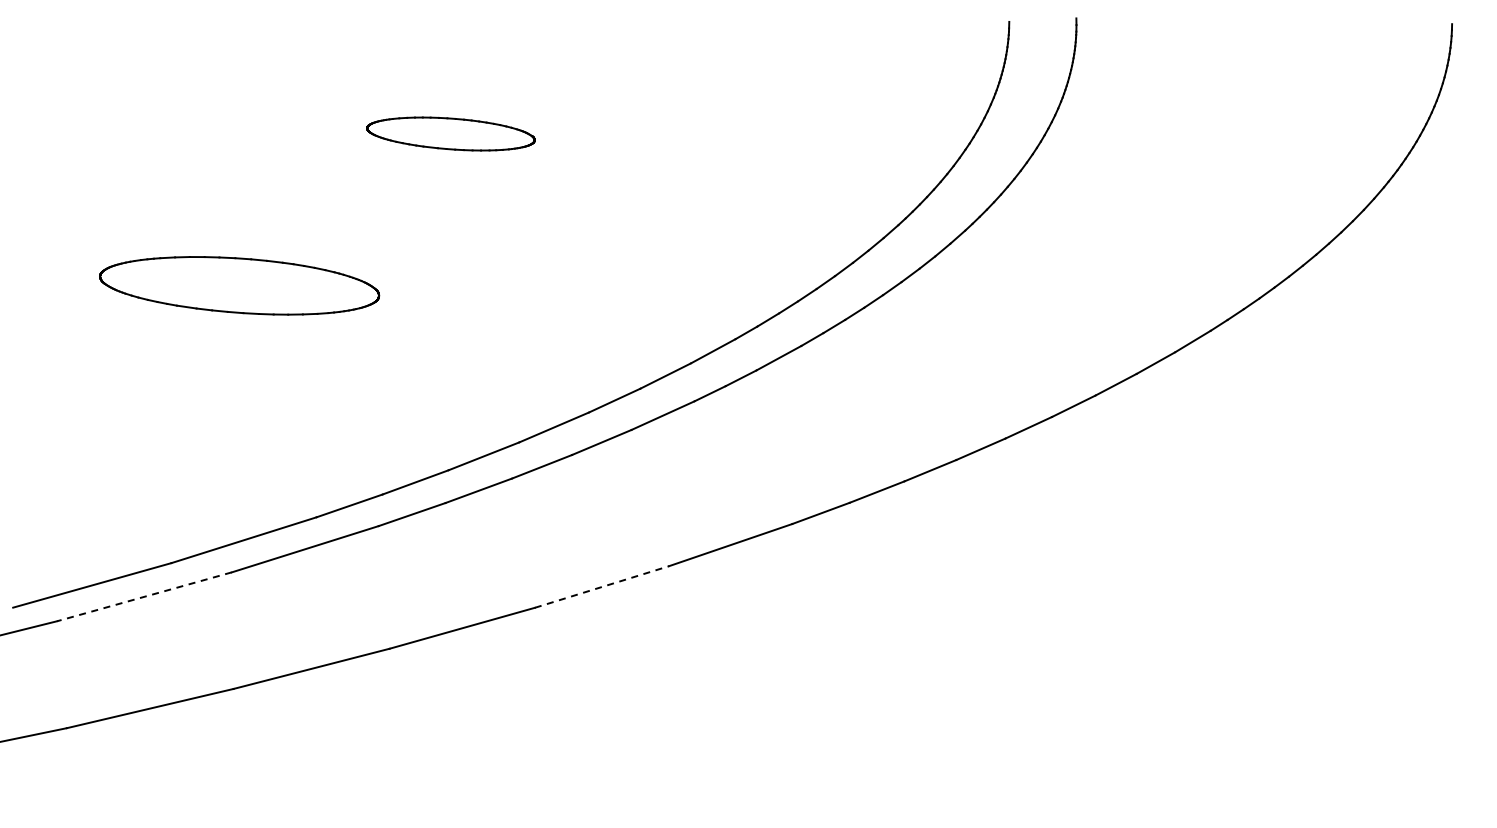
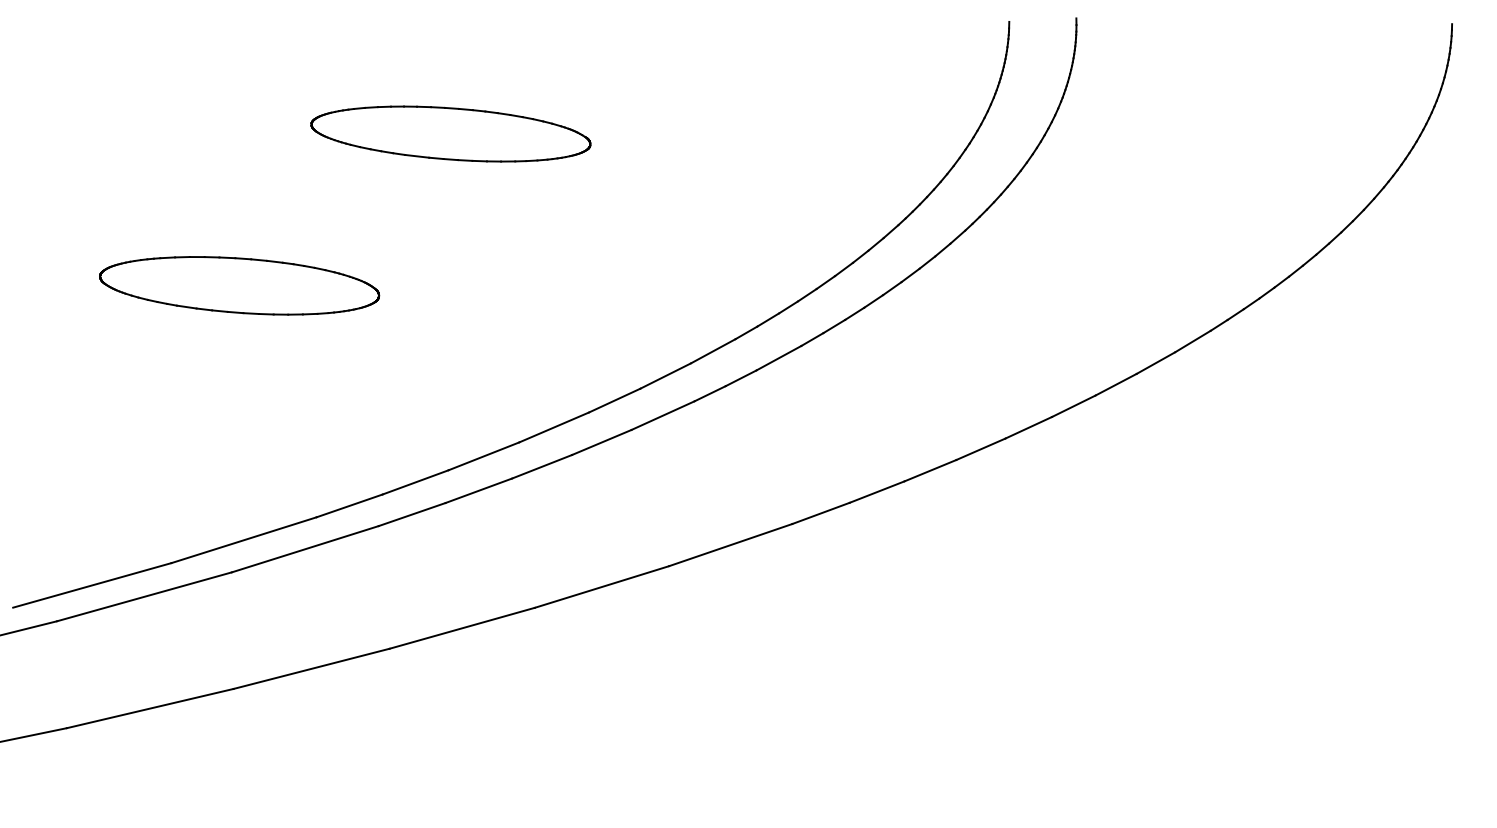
part at (450, 133) size: 170x36 px -> 282x58 px
line at (602, 586): dashed -> solid
line at (144, 596): dashed -> solid
